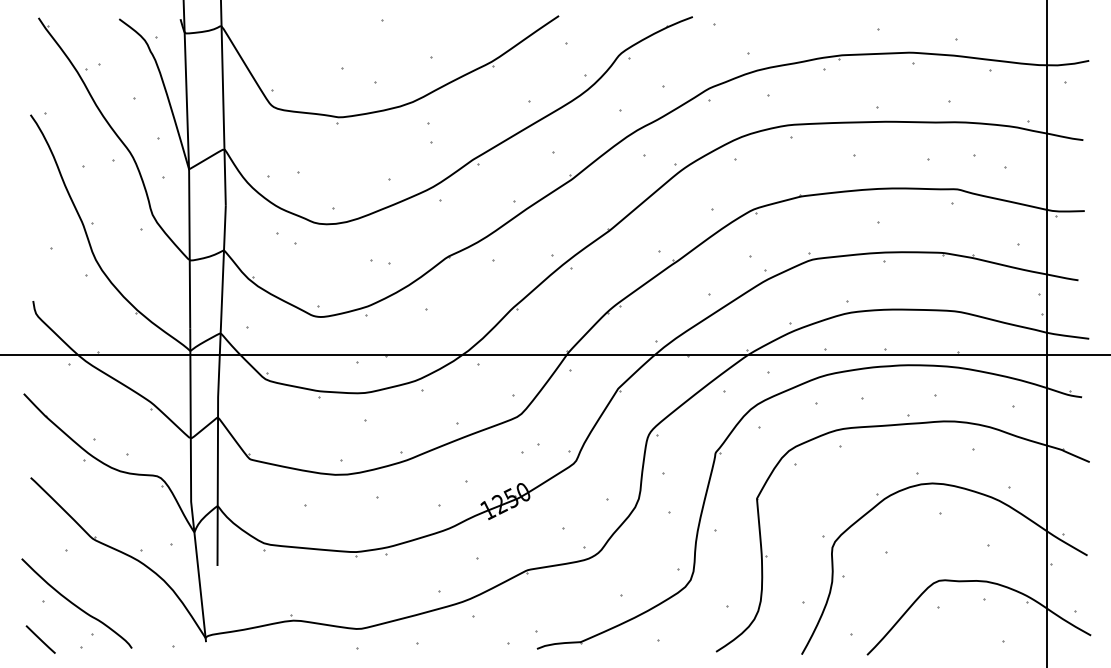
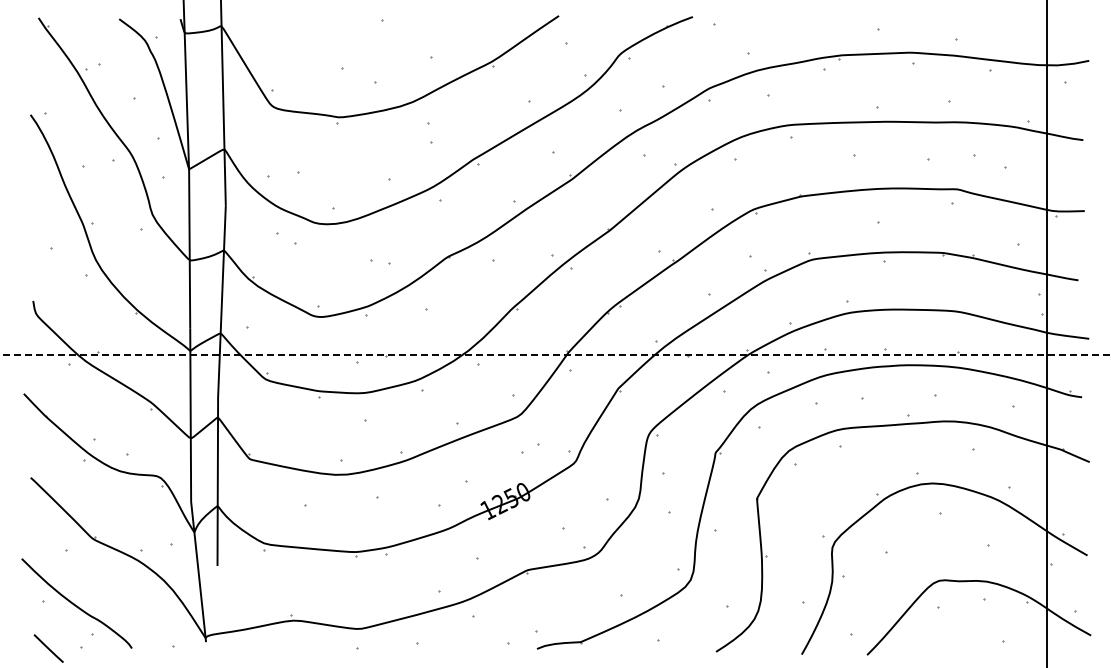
line at (554, 354): solid -> dashed
line at (40, 639) position: (40, 639) -> (48, 648)
